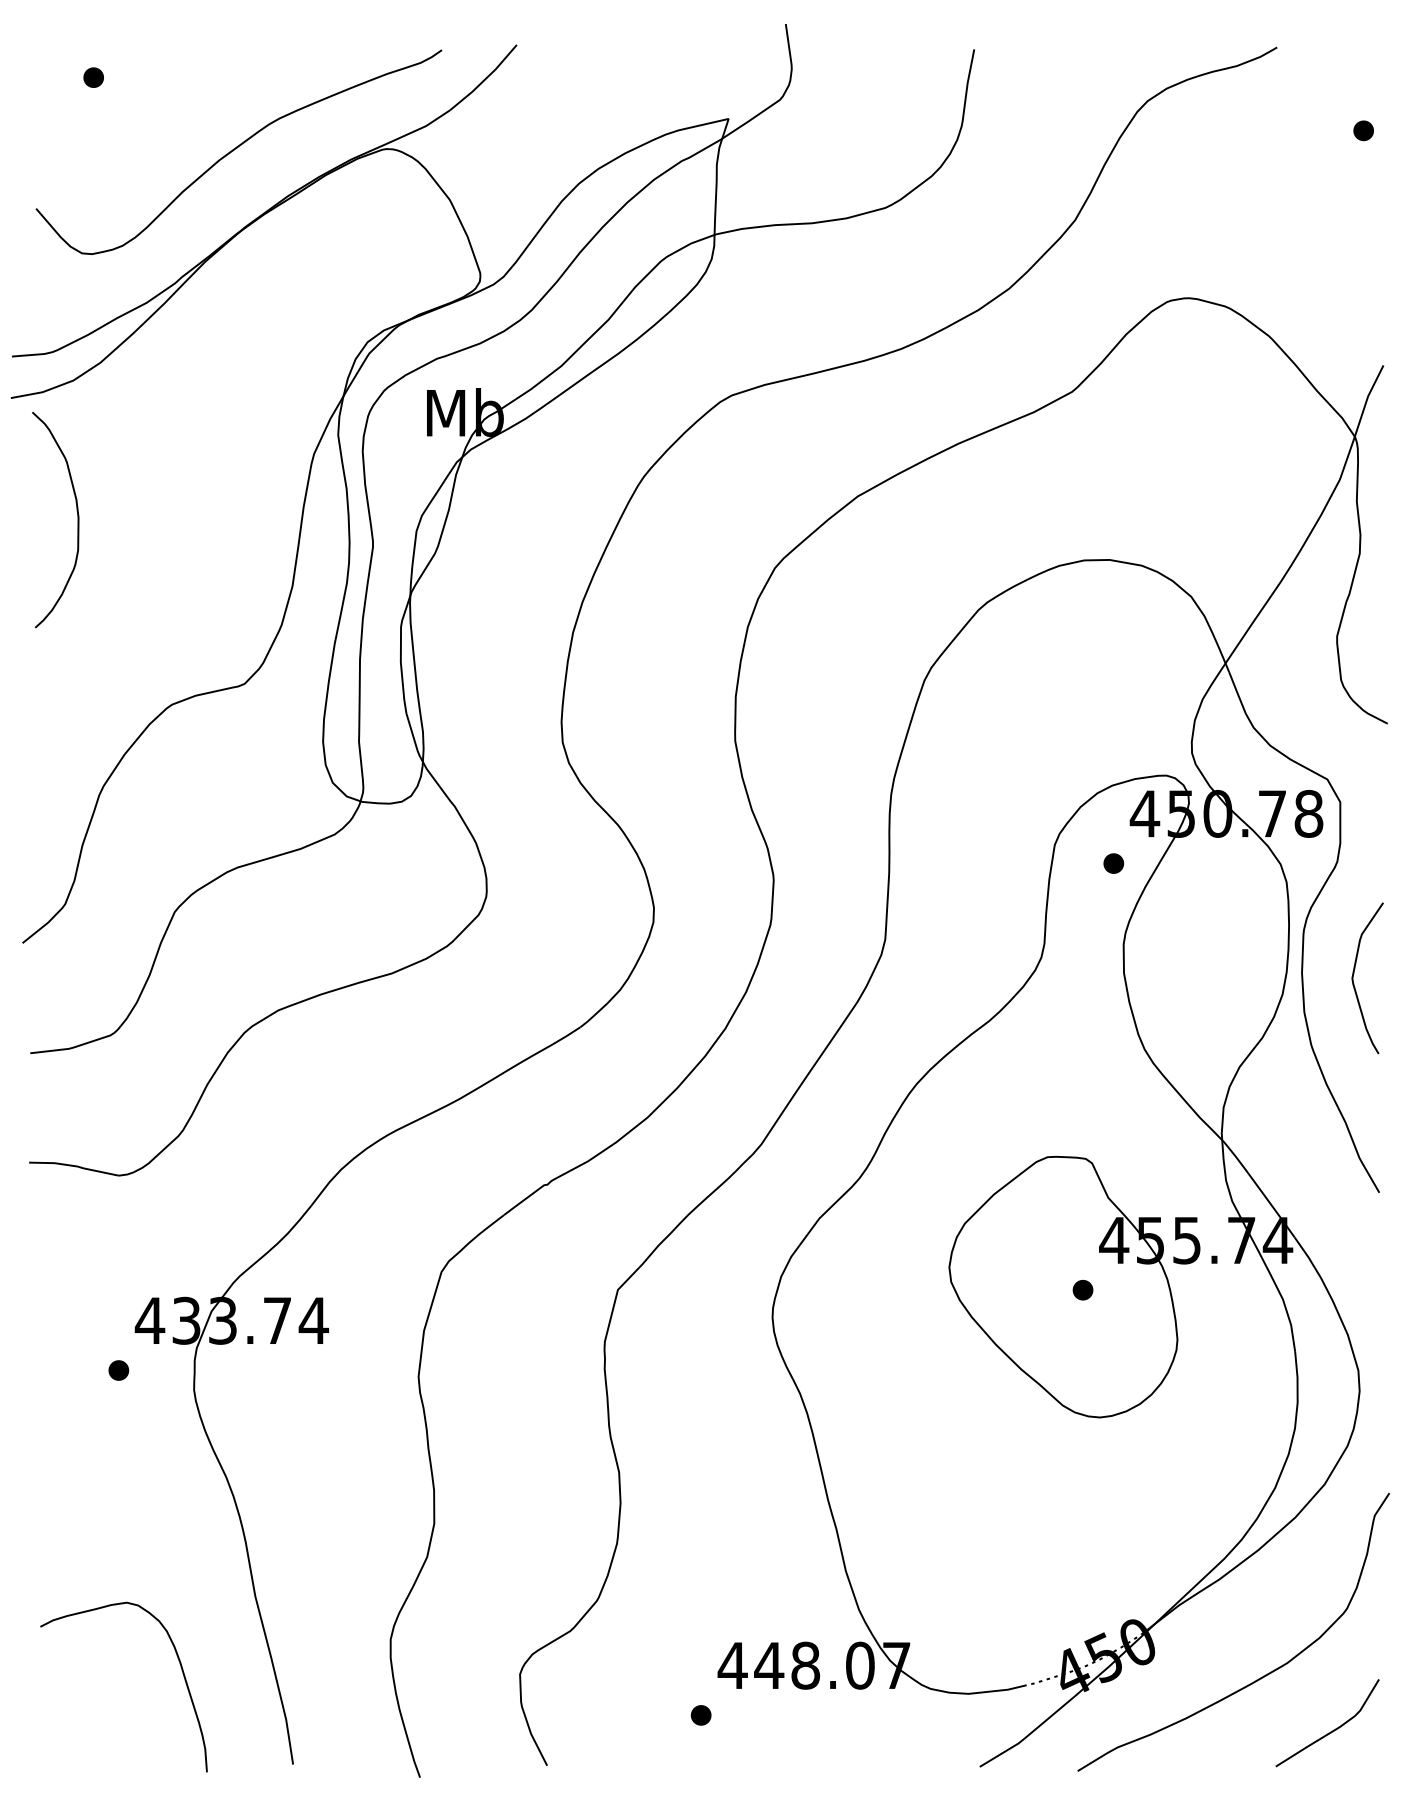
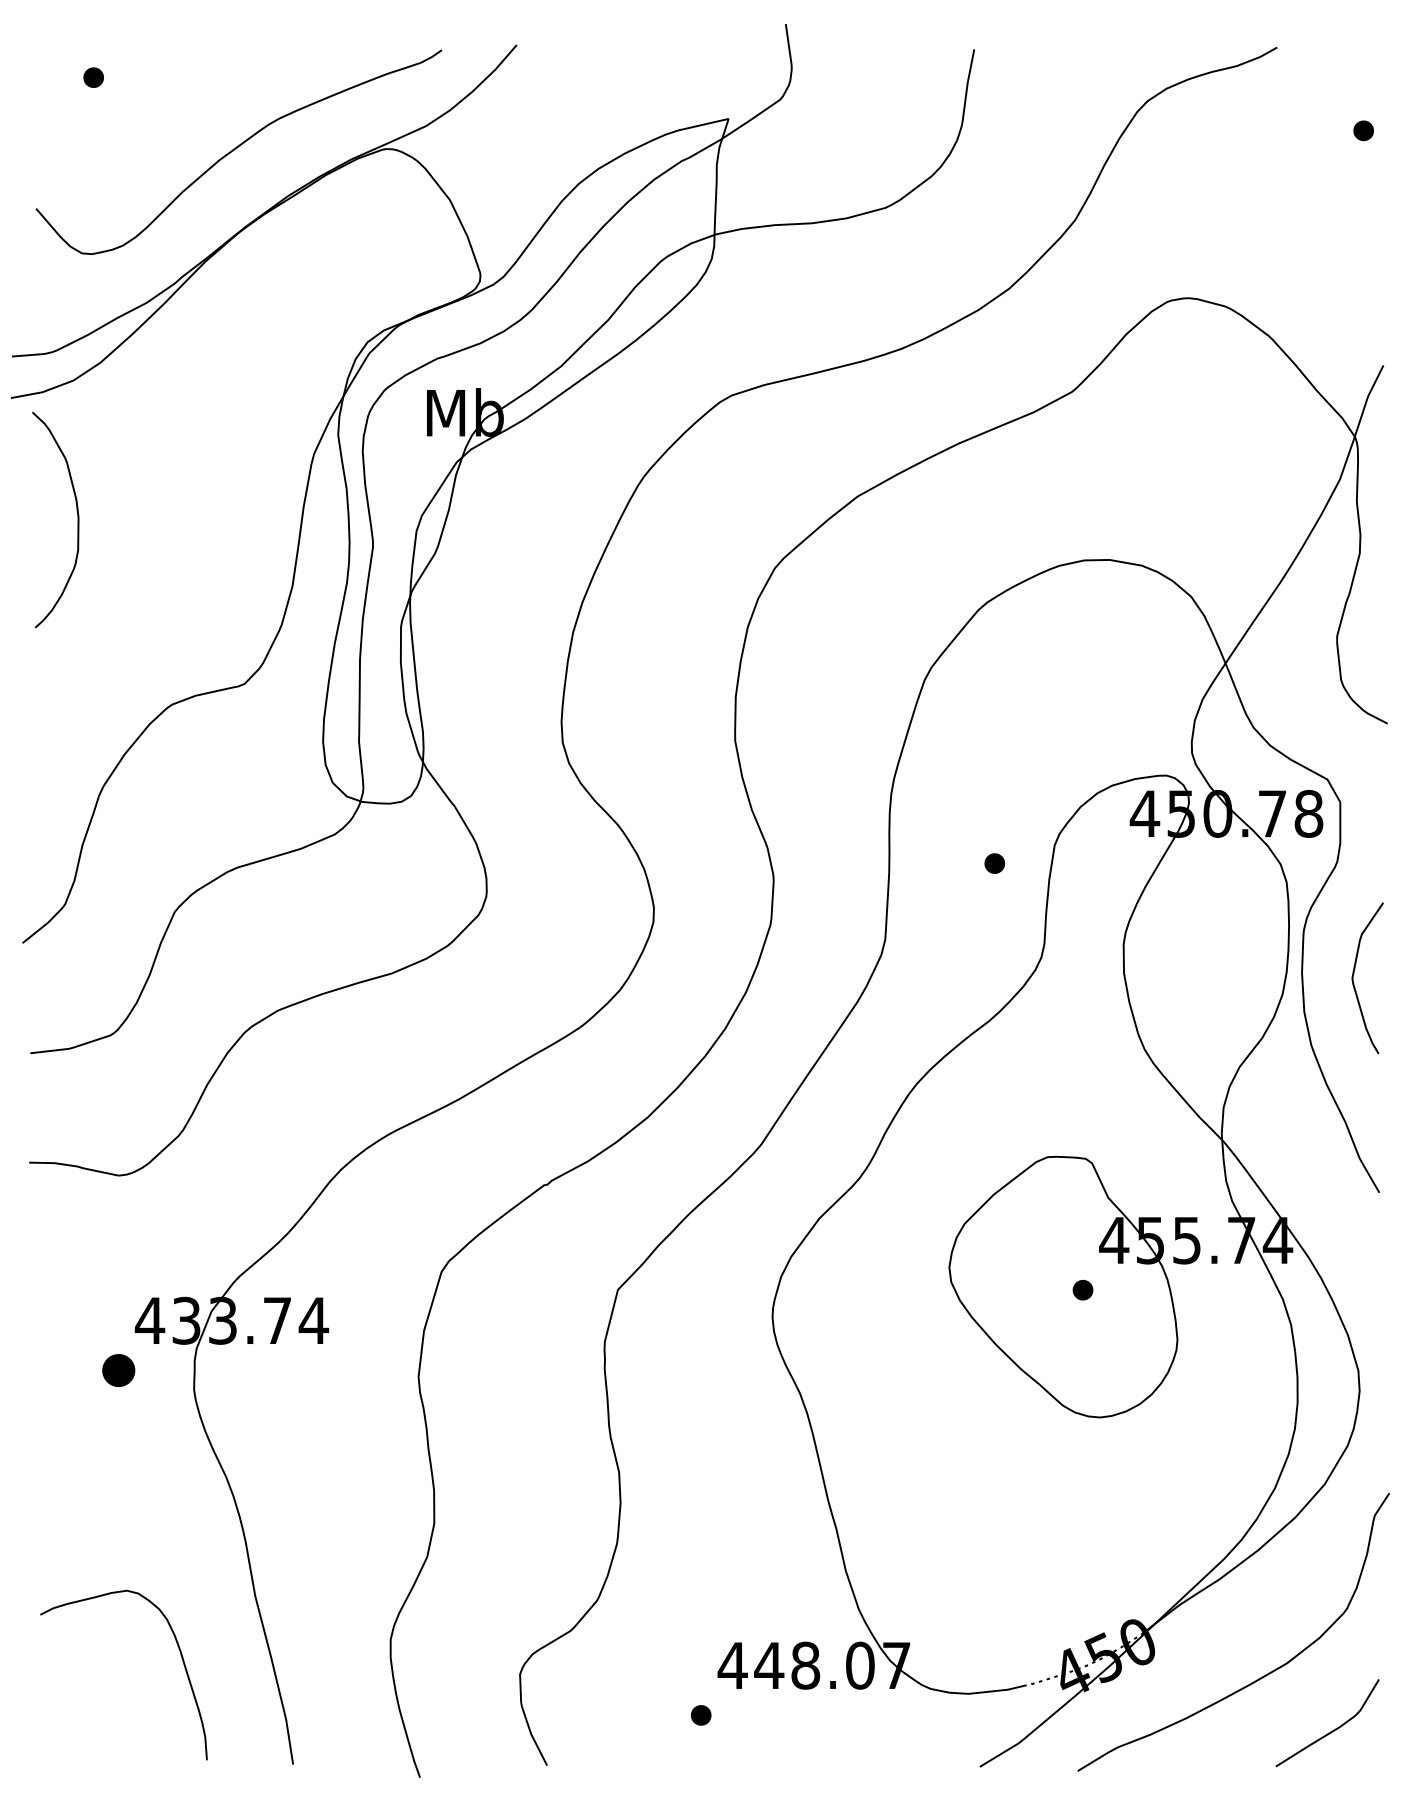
part at (1113, 863) position: (1113, 863) -> (994, 863)
part at (118, 1370) size: 22x21 px -> 34x33 px
curve at (180, 1667) position: (180, 1667) -> (180, 1655)
